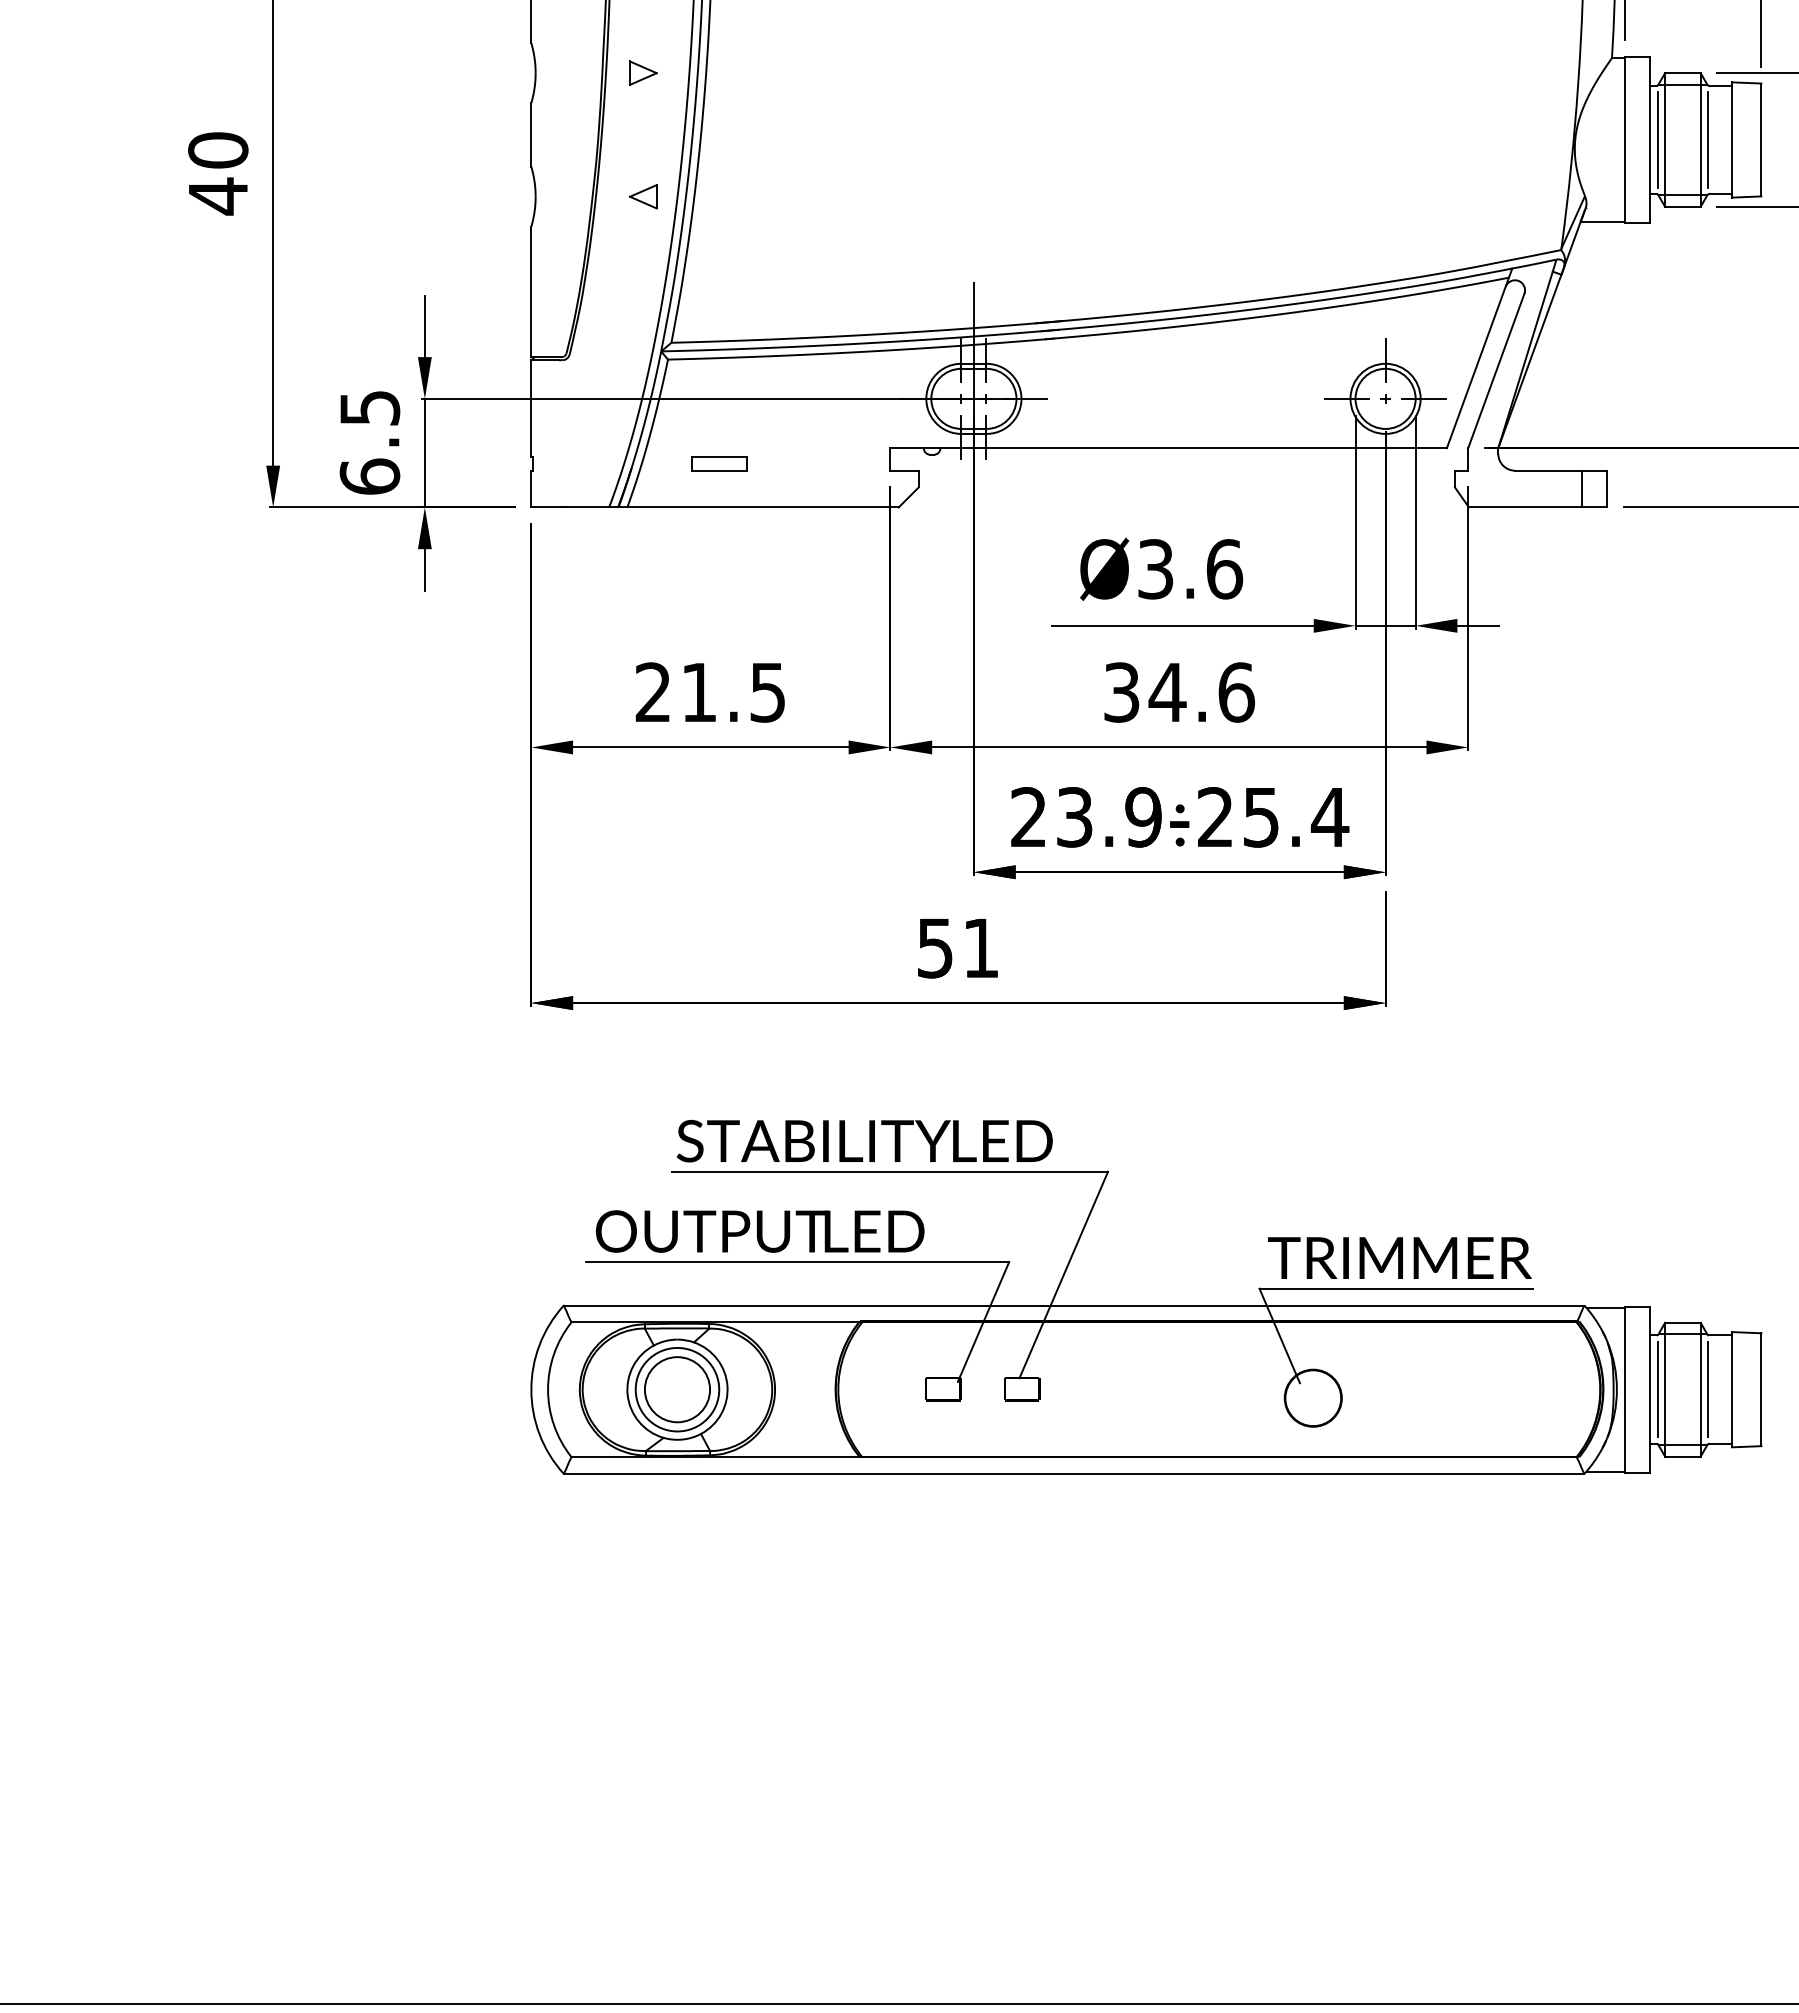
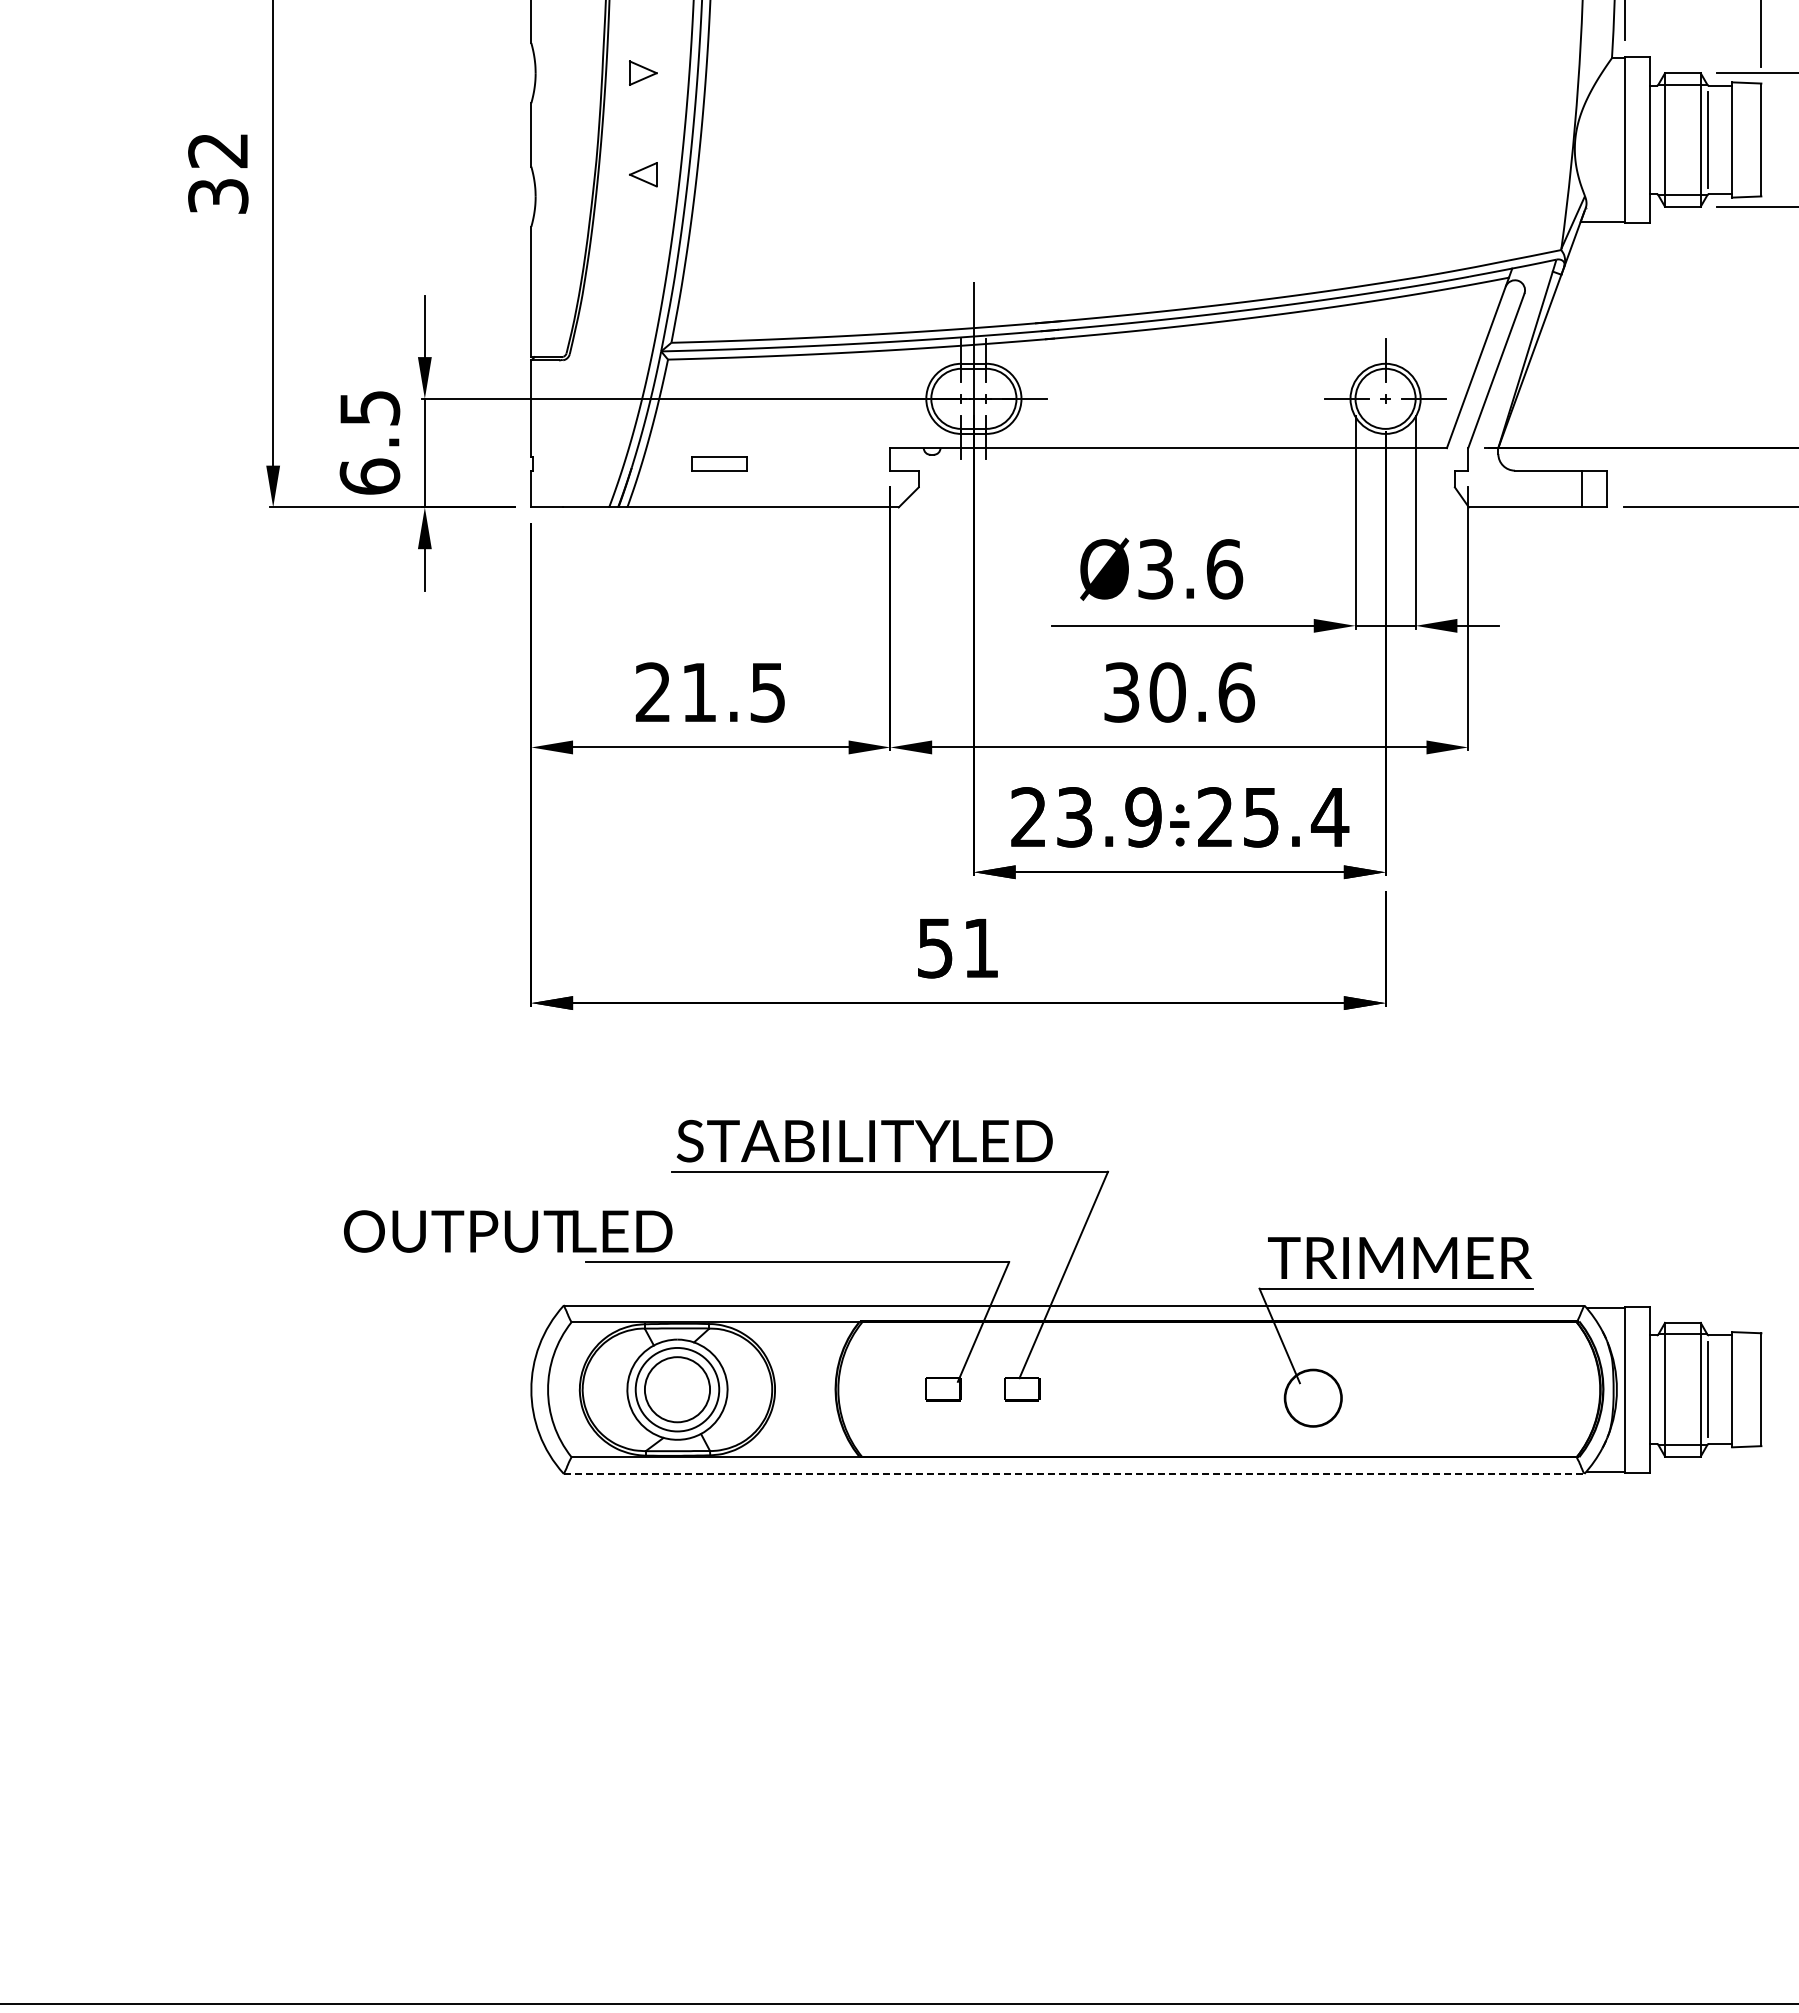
line at (1657, 139): present -> none
text at (218, 173): 40 -> 32
part at (643, 196) position: (643, 196) -> (643, 174)
text at (1167, 692): 34.6 -> 30.6
text at (760, 1231) position: (760, 1231) -> (508, 1231)
line at (1657, 1389): present -> none
line at (1074, 1473): solid -> dashed
